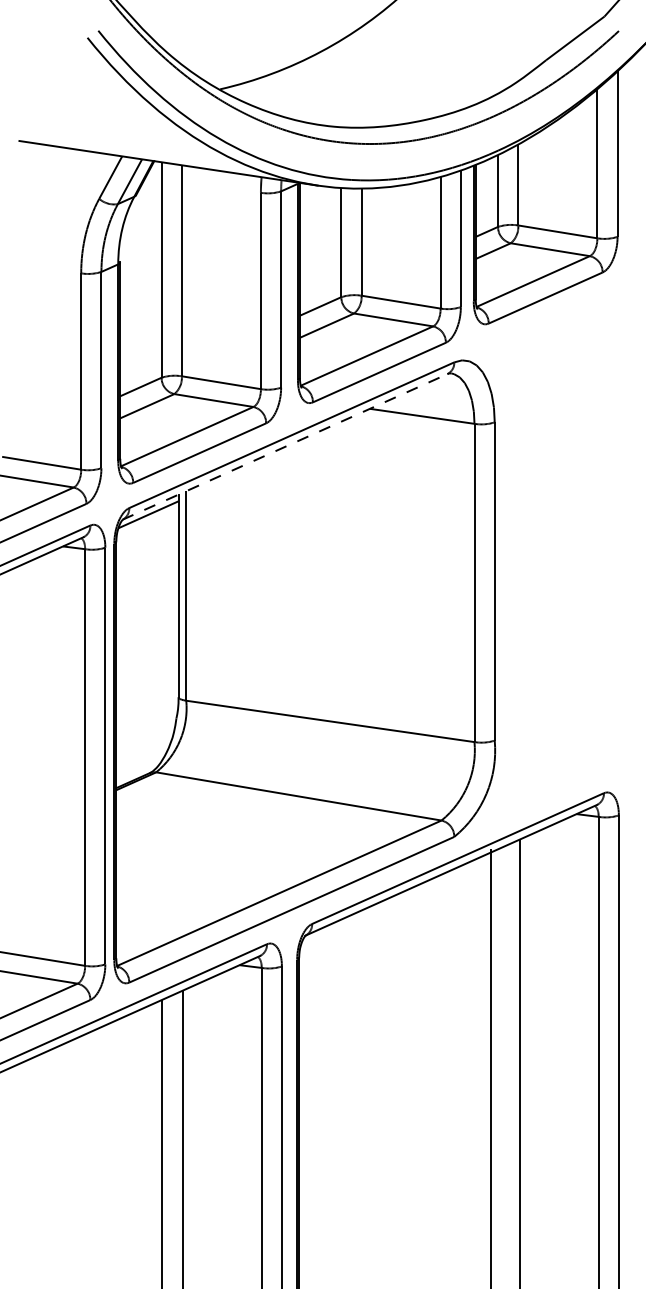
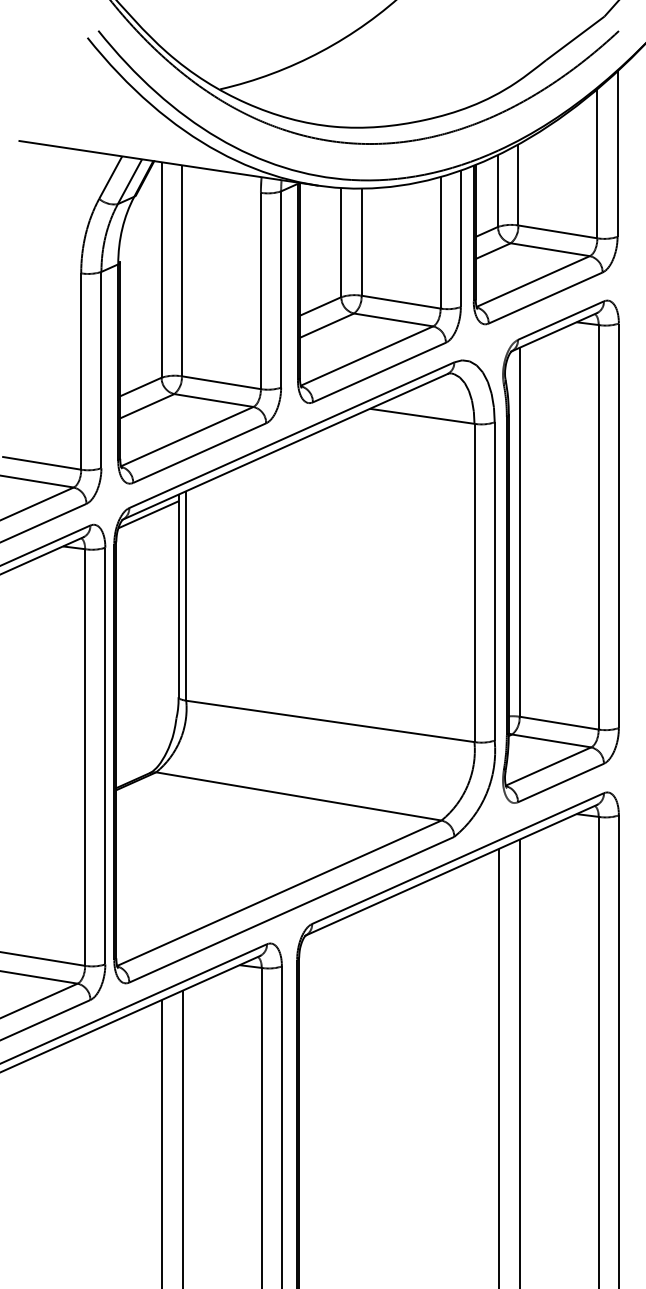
line at (285, 446): dashed -> solid
part at (560, 551): none -> present
line at (491, 1066) position: (491, 1066) -> (499, 1066)
